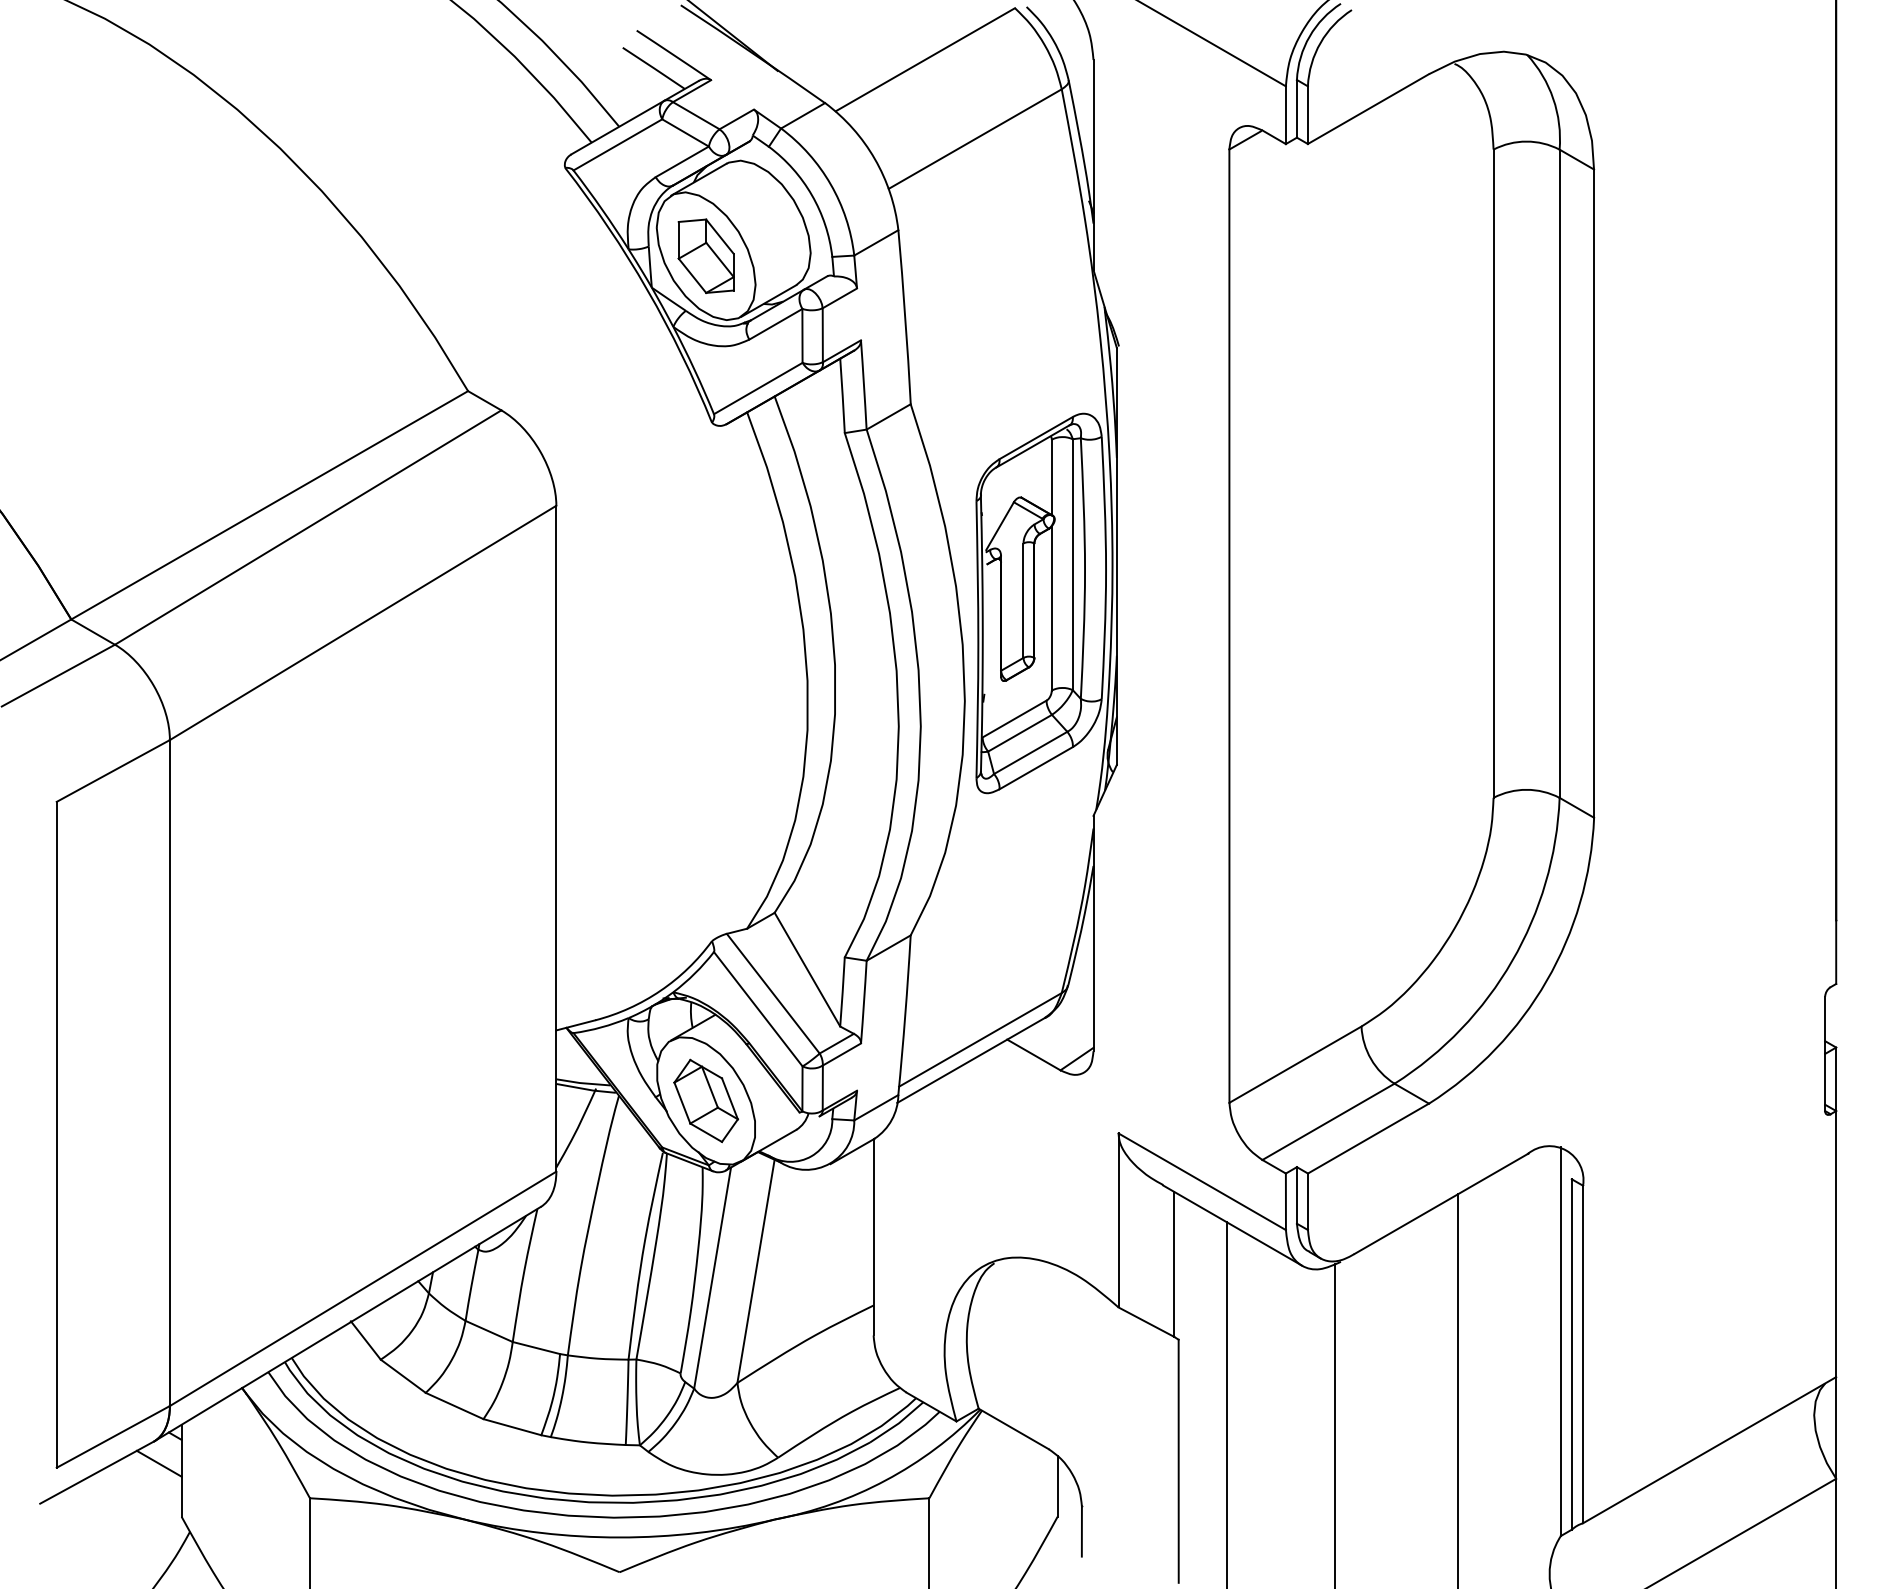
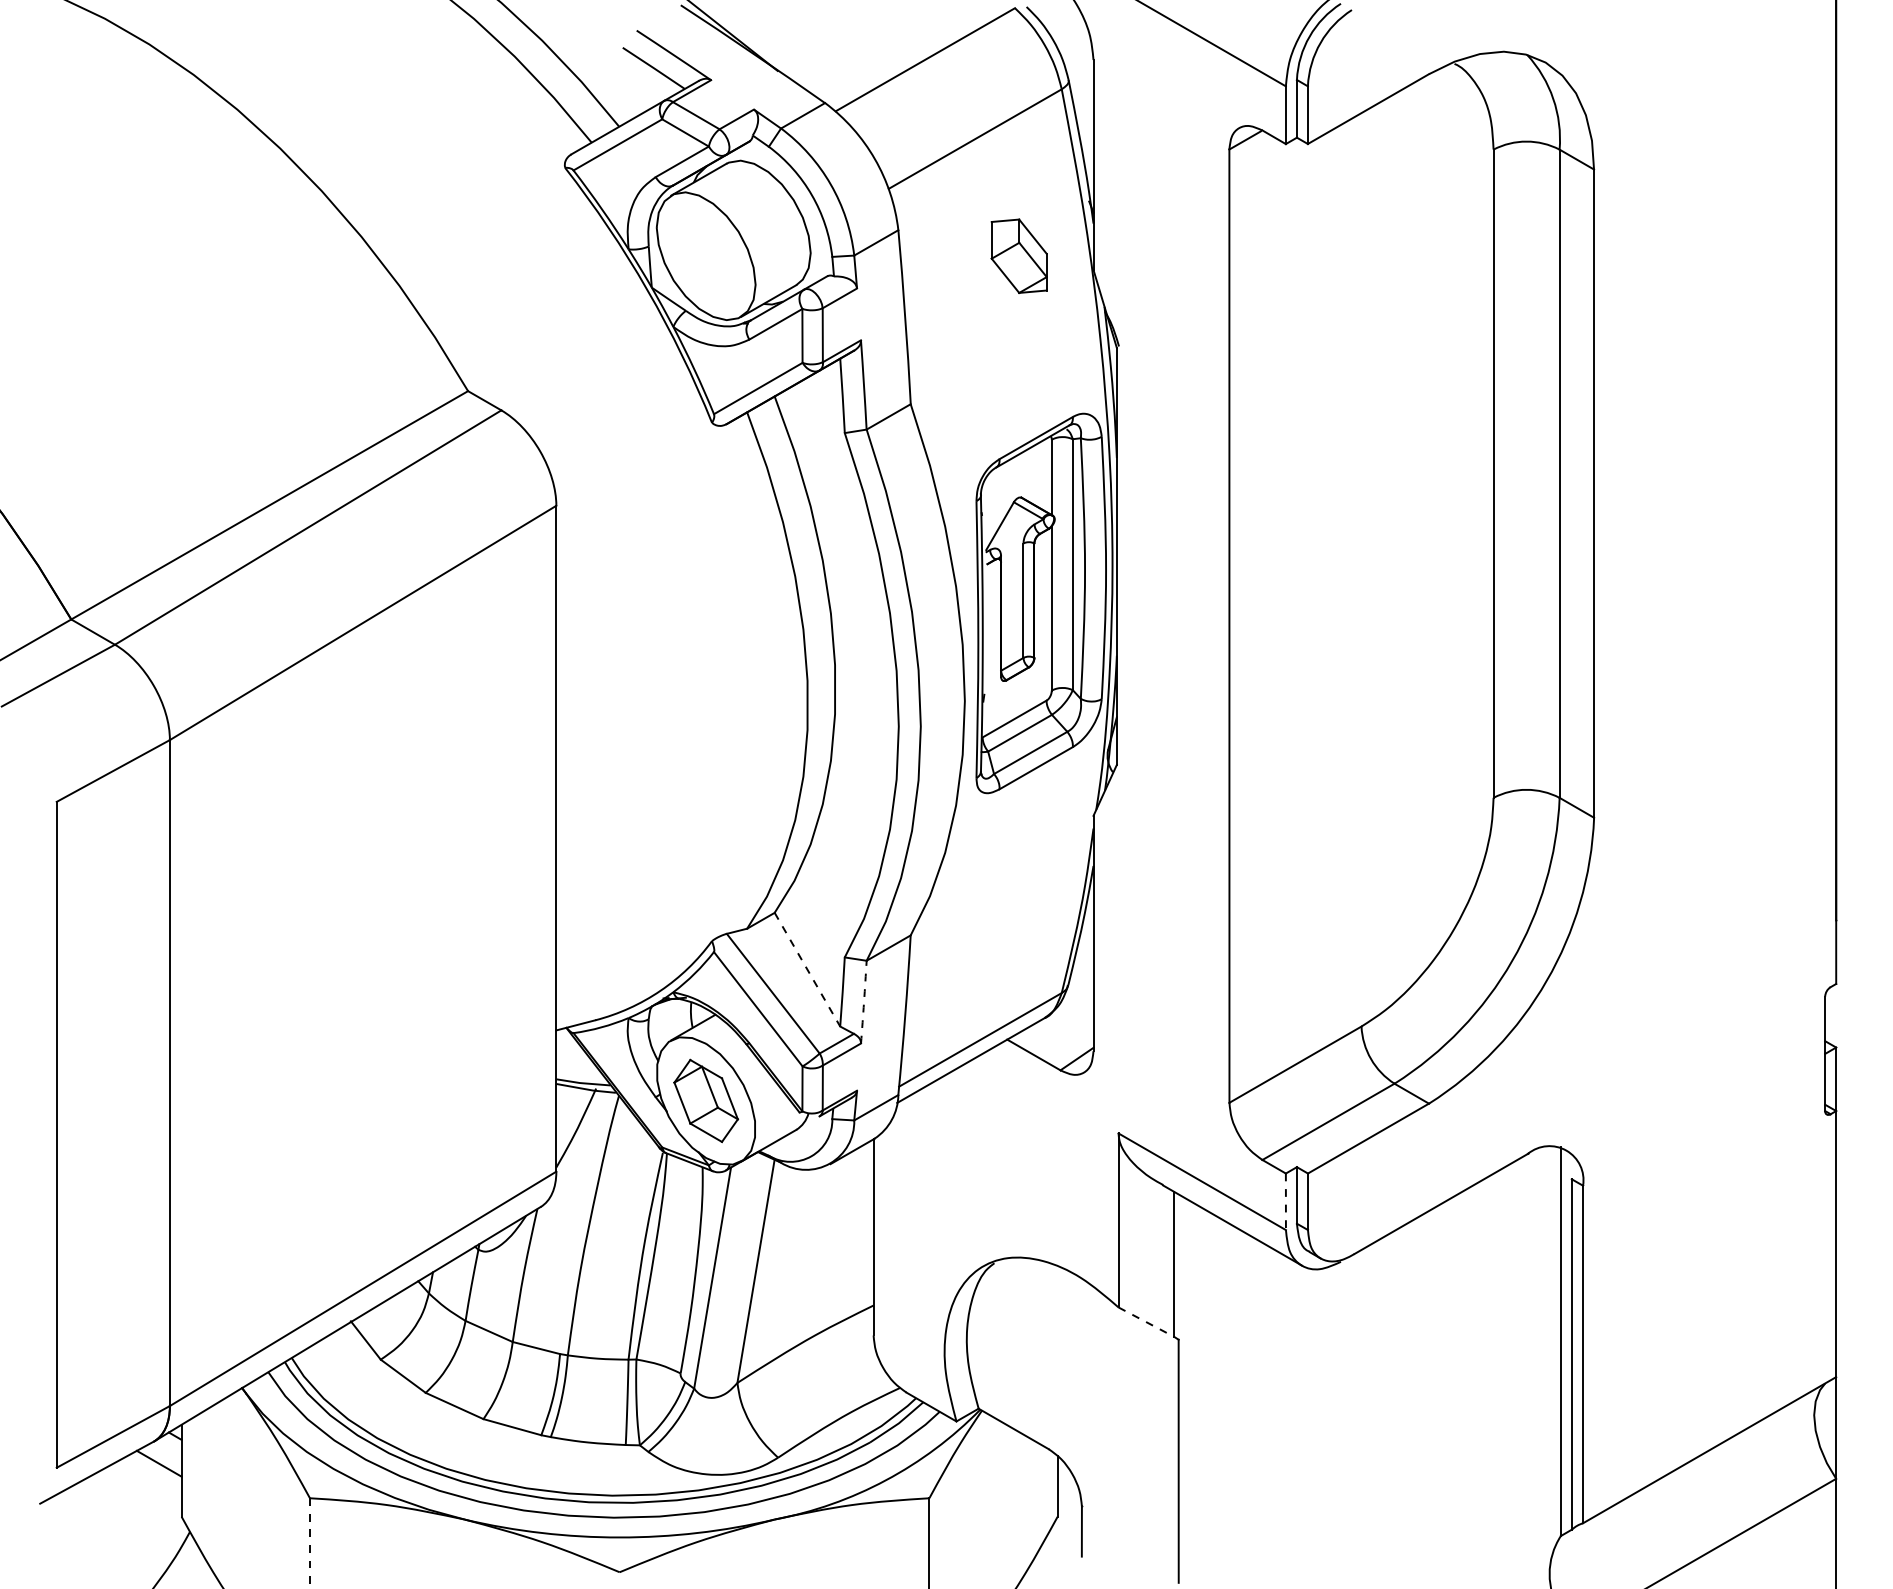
part at (705, 255) position: (705, 255) -> (1018, 255)
line at (807, 969): solid -> dashed
arc at (864, 1002): solid -> dashed
line at (1285, 1202): solid -> dashed
line at (1146, 1322): solid -> dashed
line at (1457, 1389): present -> none
line at (1226, 1403): present -> none
line at (1335, 1424): present -> none
line at (309, 1544): solid -> dashed
